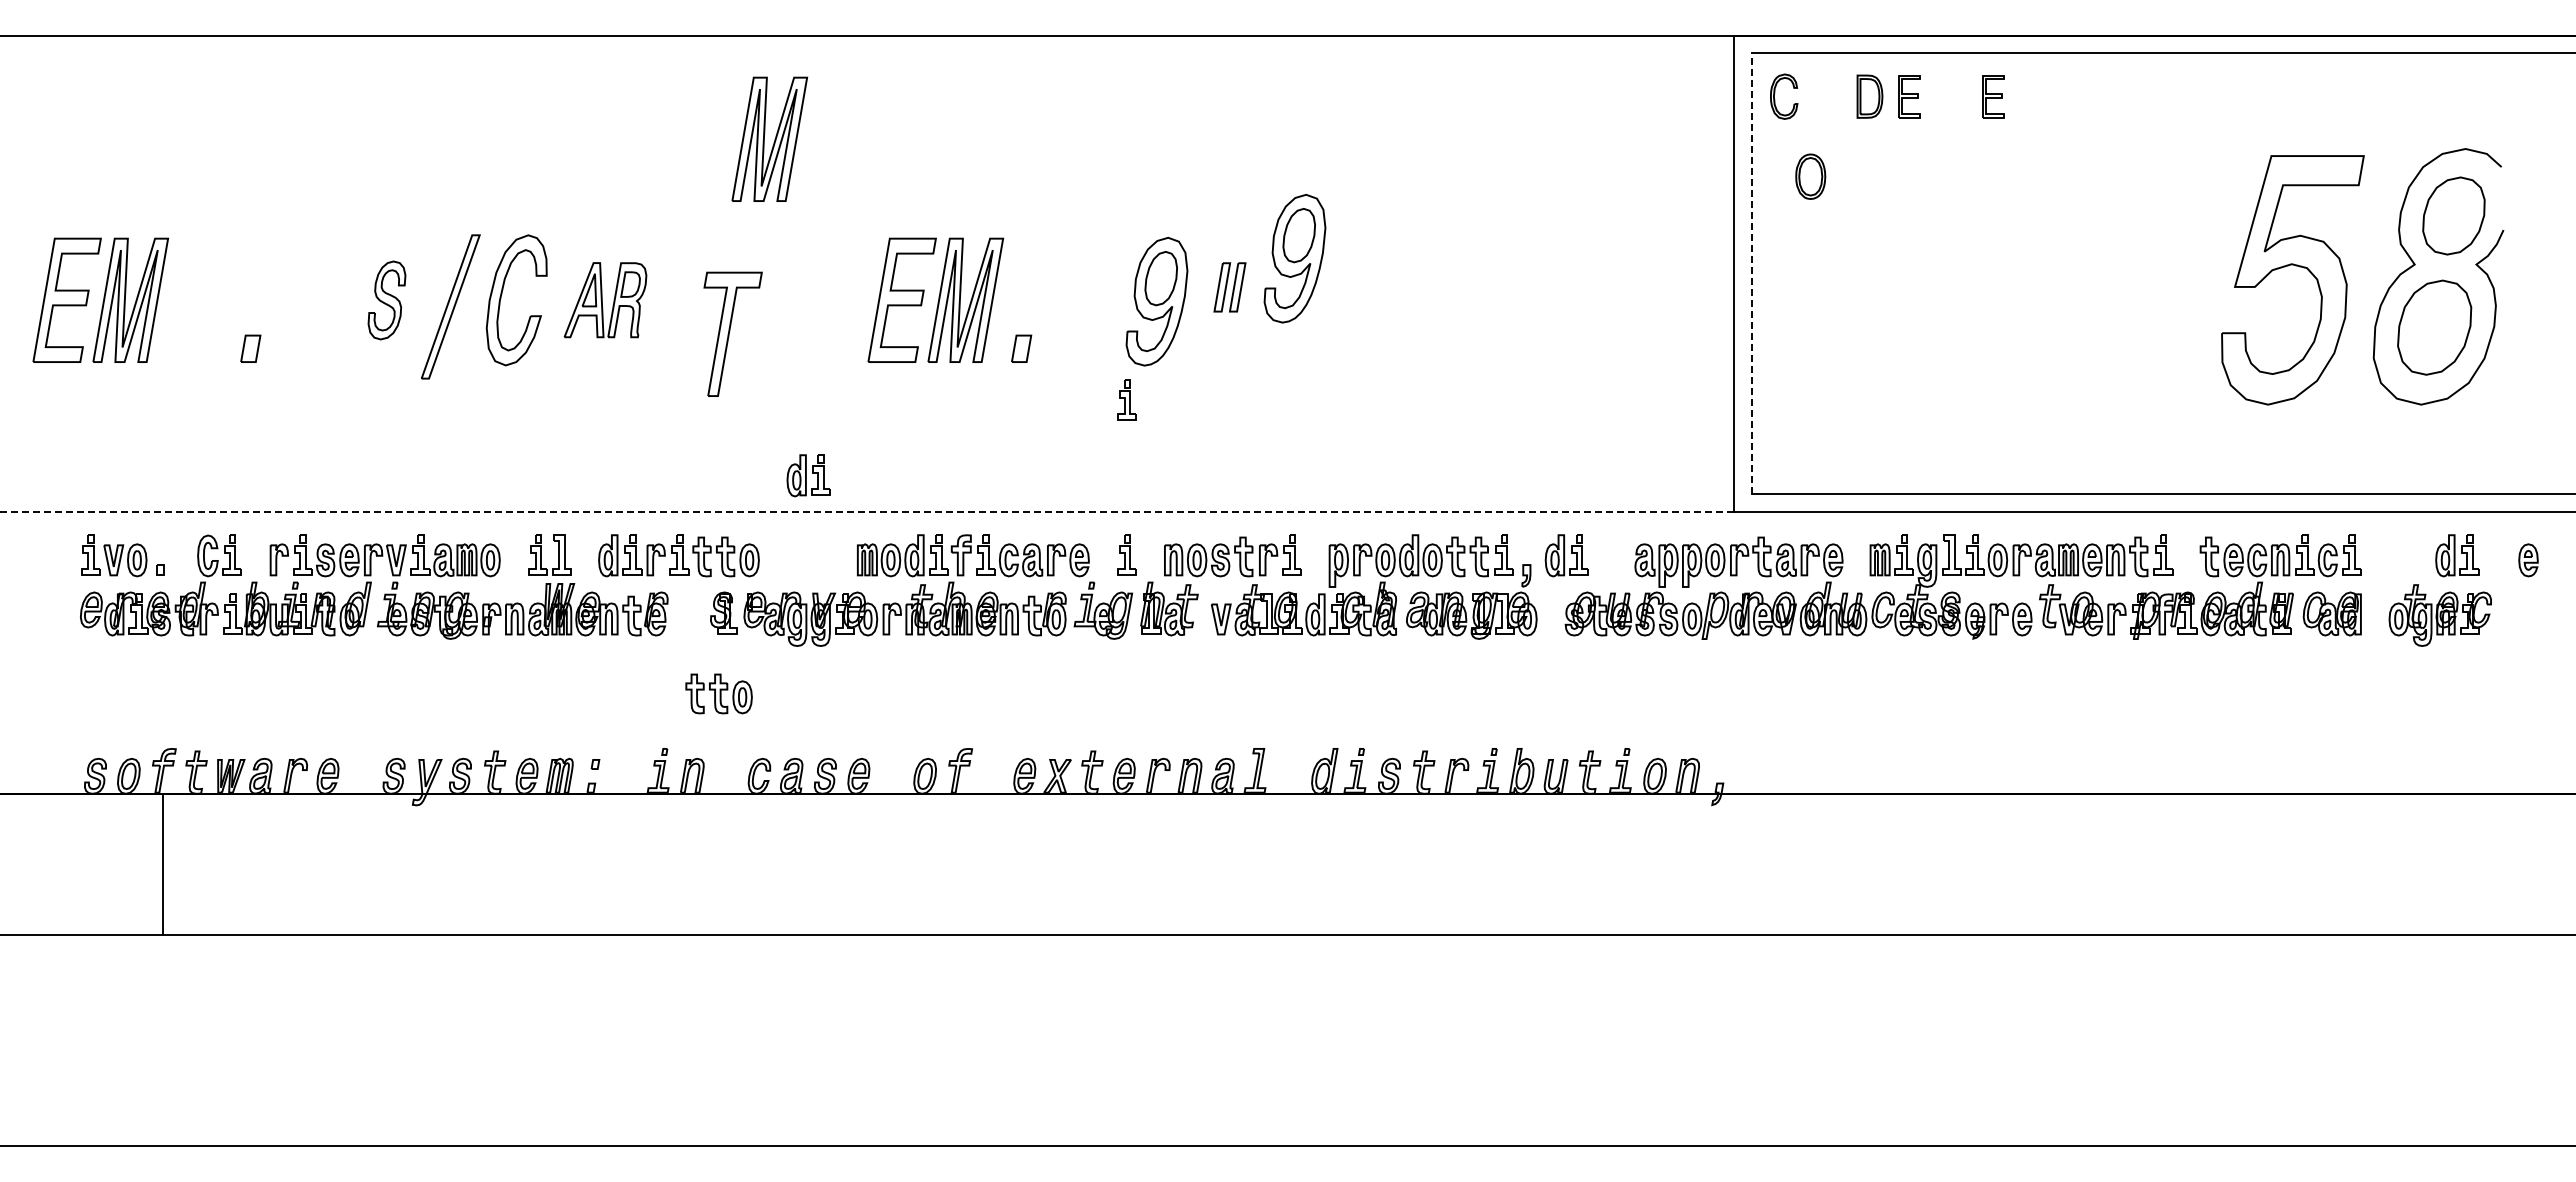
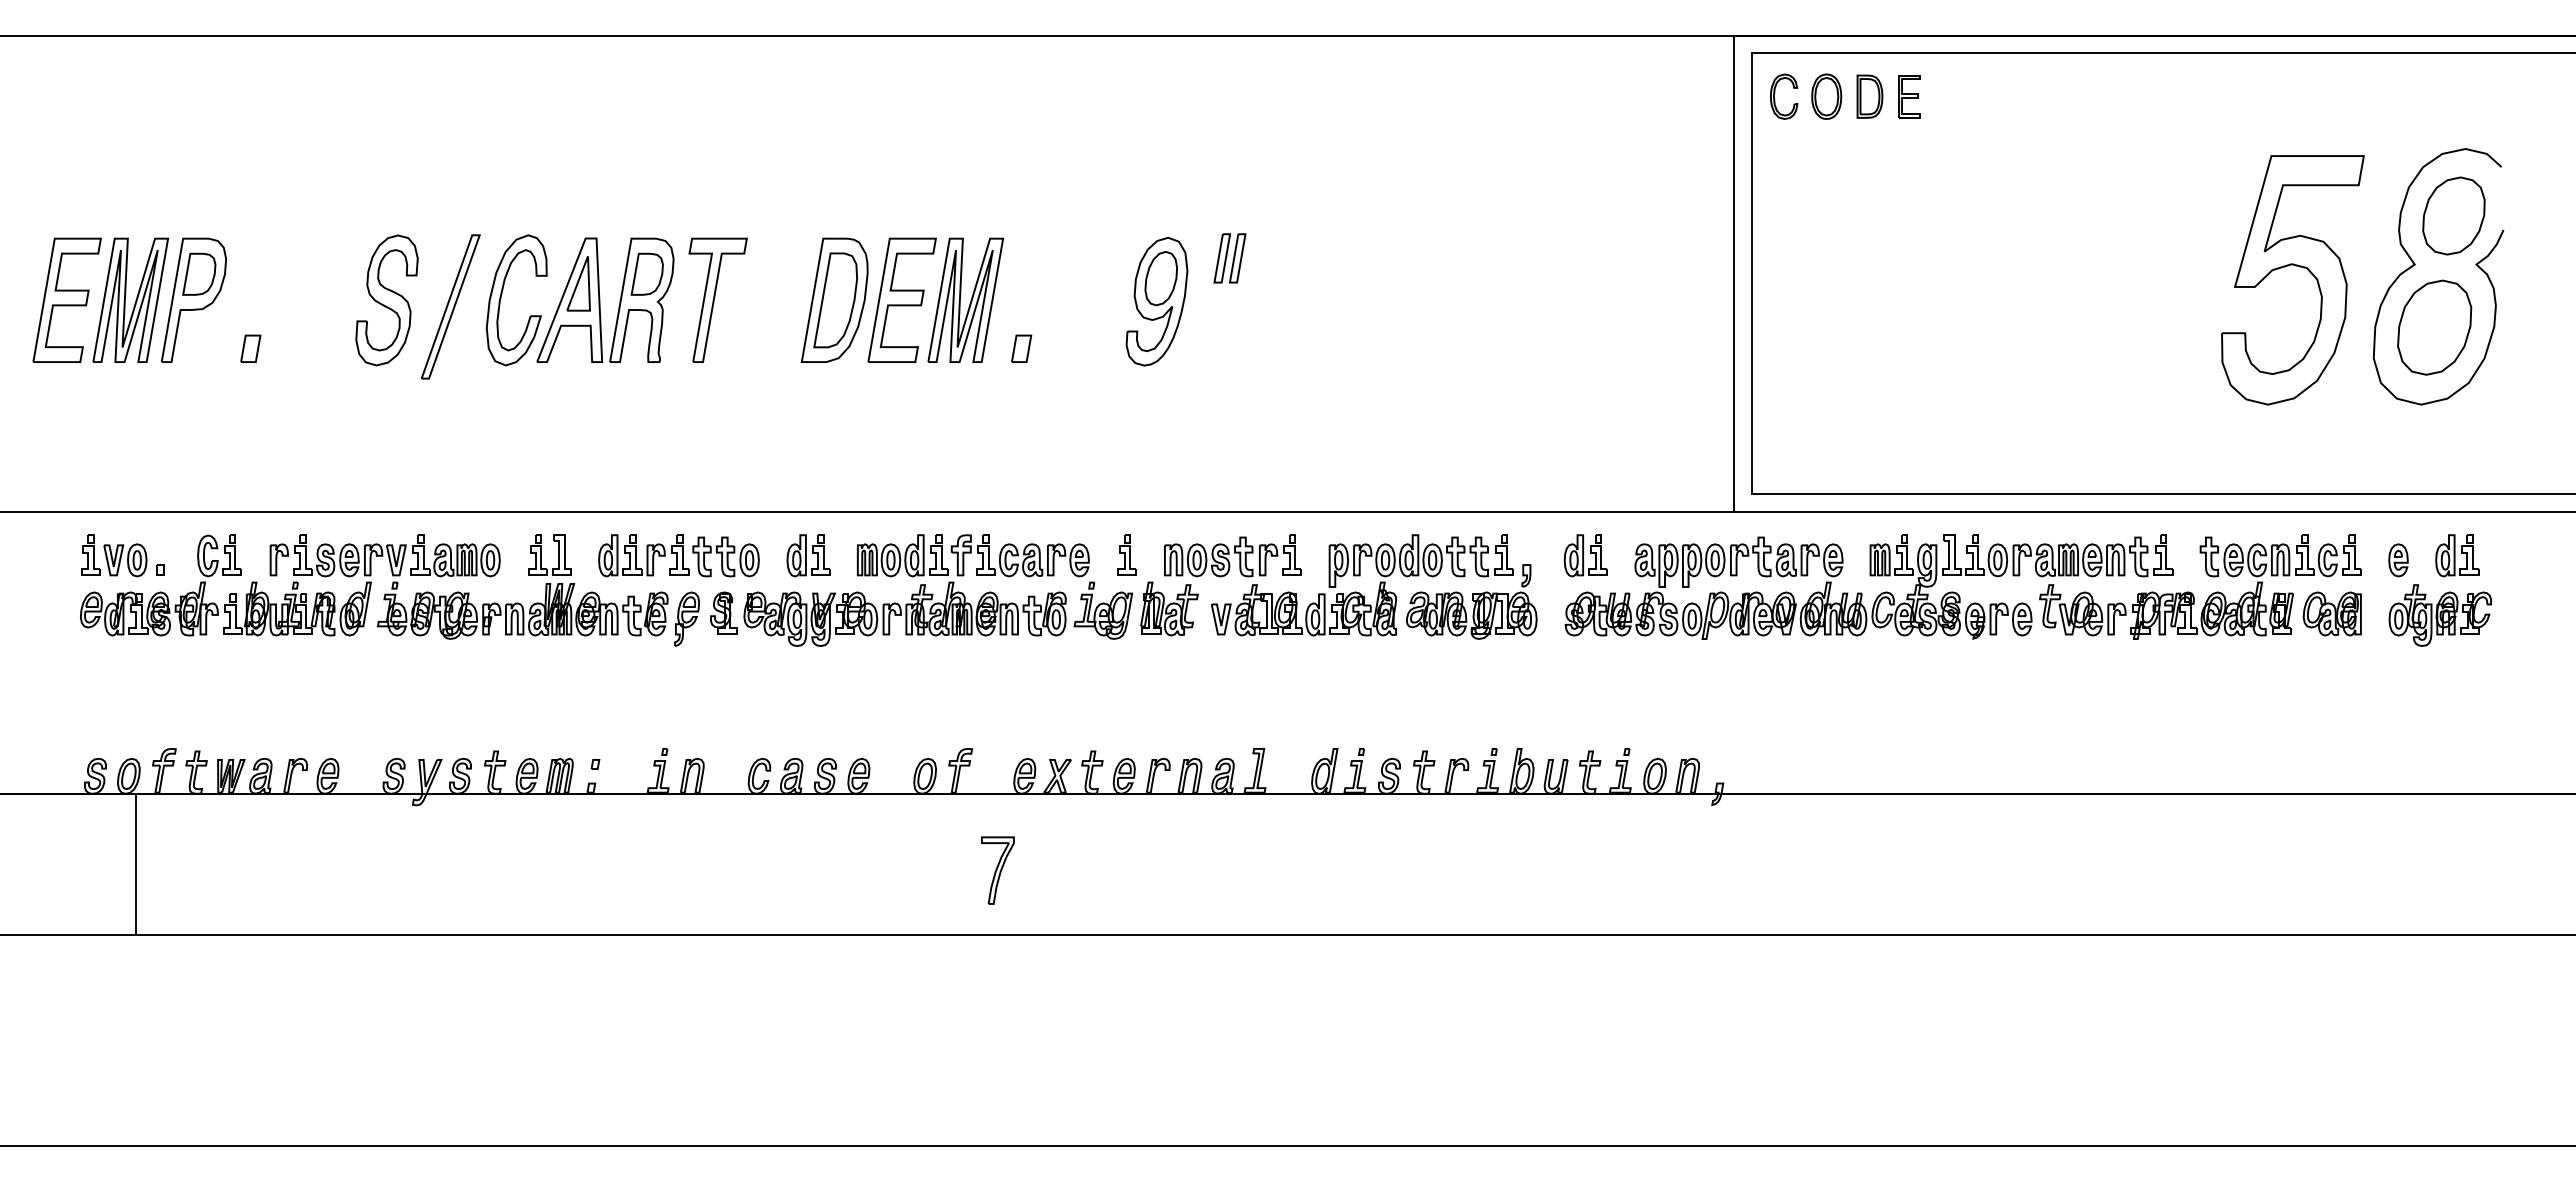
part at (1993, 96): present -> none
part at (769, 138): present -> none
part at (1810, 176) position: (1810, 176) -> (1826, 96)
part at (1294, 258): present -> none
line at (1751, 273): dashed -> solid
part at (1229, 287) position: (1229, 287) -> (1229, 258)
part at (193, 299): none -> present
part at (834, 299): none -> present
part at (386, 300) size: 40x81 px -> 64x133 px
part at (605, 300) size: 85x77 px -> 139x126 px
part at (732, 333) position: (732, 333) -> (717, 299)
part at (1126, 399): present -> none
part at (808, 475) position: (808, 475) -> (808, 555)
line at (867, 511): dashed -> solid
part at (1566, 555) position: (1566, 555) -> (1585, 555)
part at (2528, 560) position: (2528, 560) -> (2398, 560)
part at (686, 618): none -> present
part at (718, 693): present -> none
line at (163, 863) position: (163, 863) -> (136, 863)
part at (997, 870): none -> present
